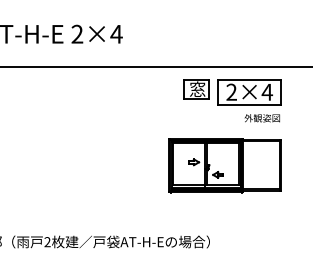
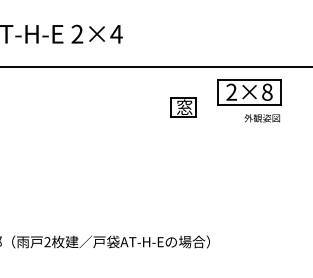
part at (196, 89) position: (196, 89) -> (183, 107)
text at (267, 91): 2×4 -> 2×8
part at (224, 165): present -> none
